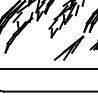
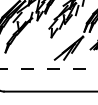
line at (49, 69): solid -> dashed
